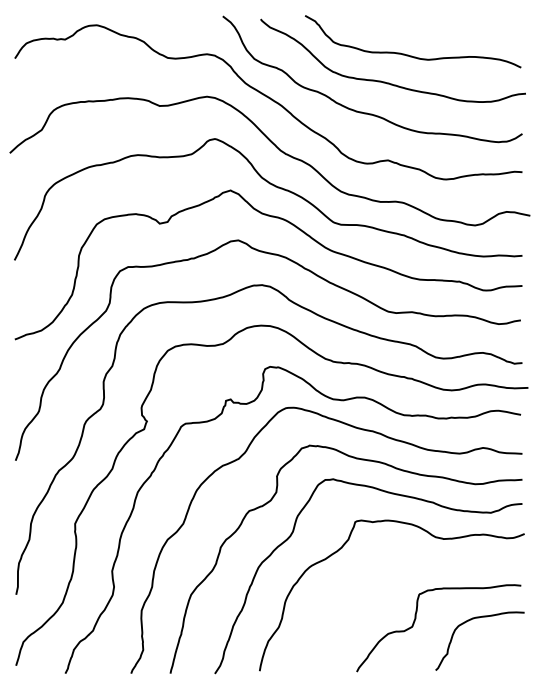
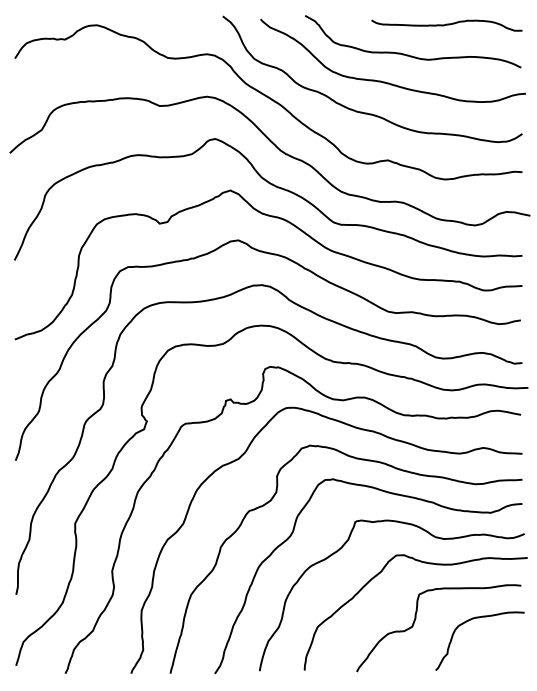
curve at (446, 25): none -> present
curve at (424, 563): none -> present
